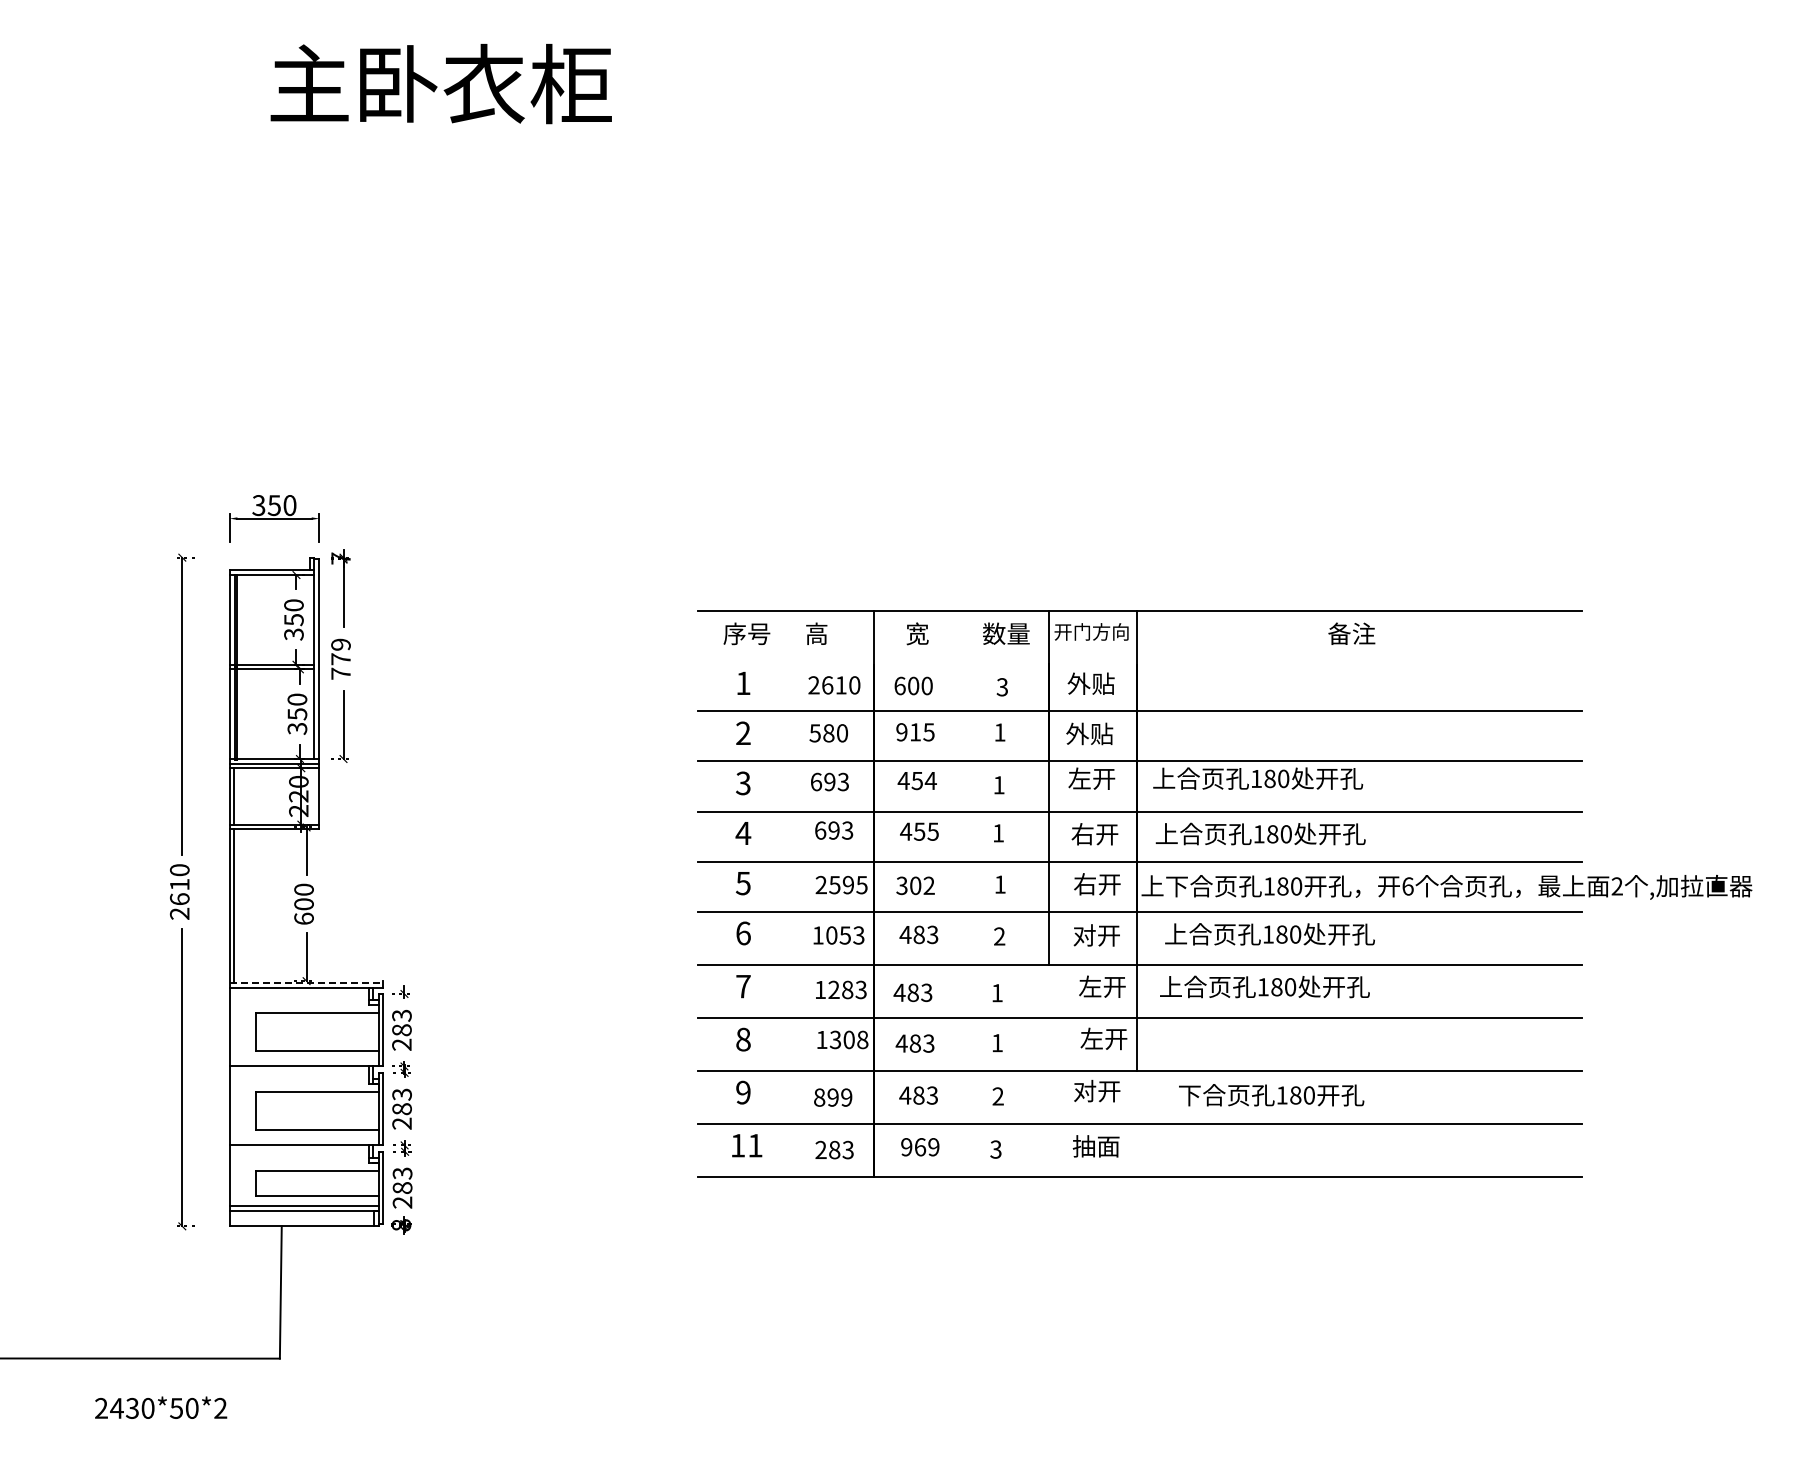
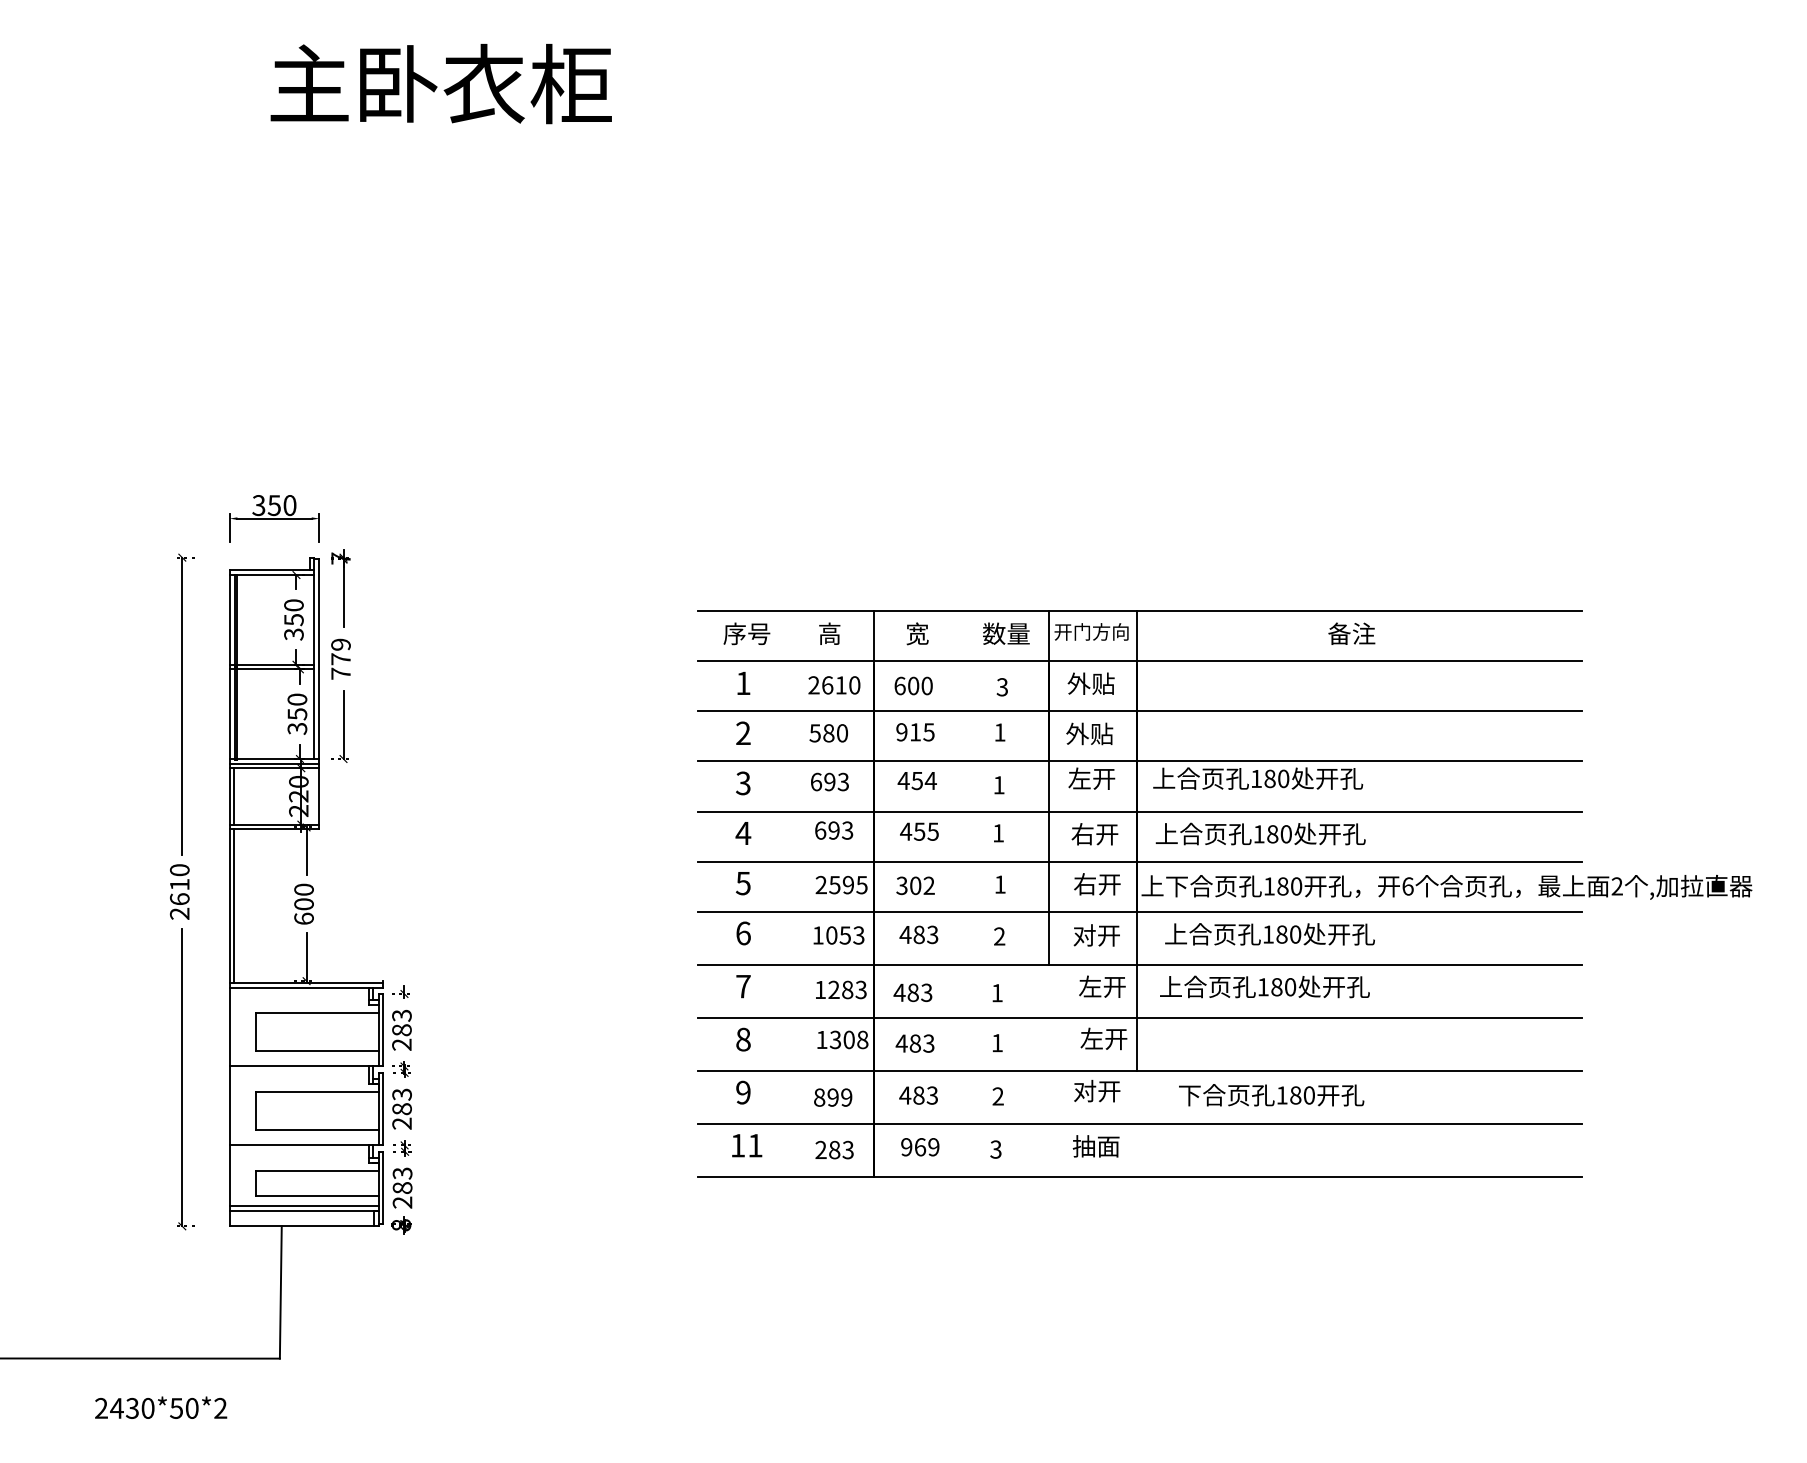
text at (816, 633) position: (816, 633) -> (829, 633)
line at (1139, 661): none -> present
line at (306, 982): dashed -> solid
